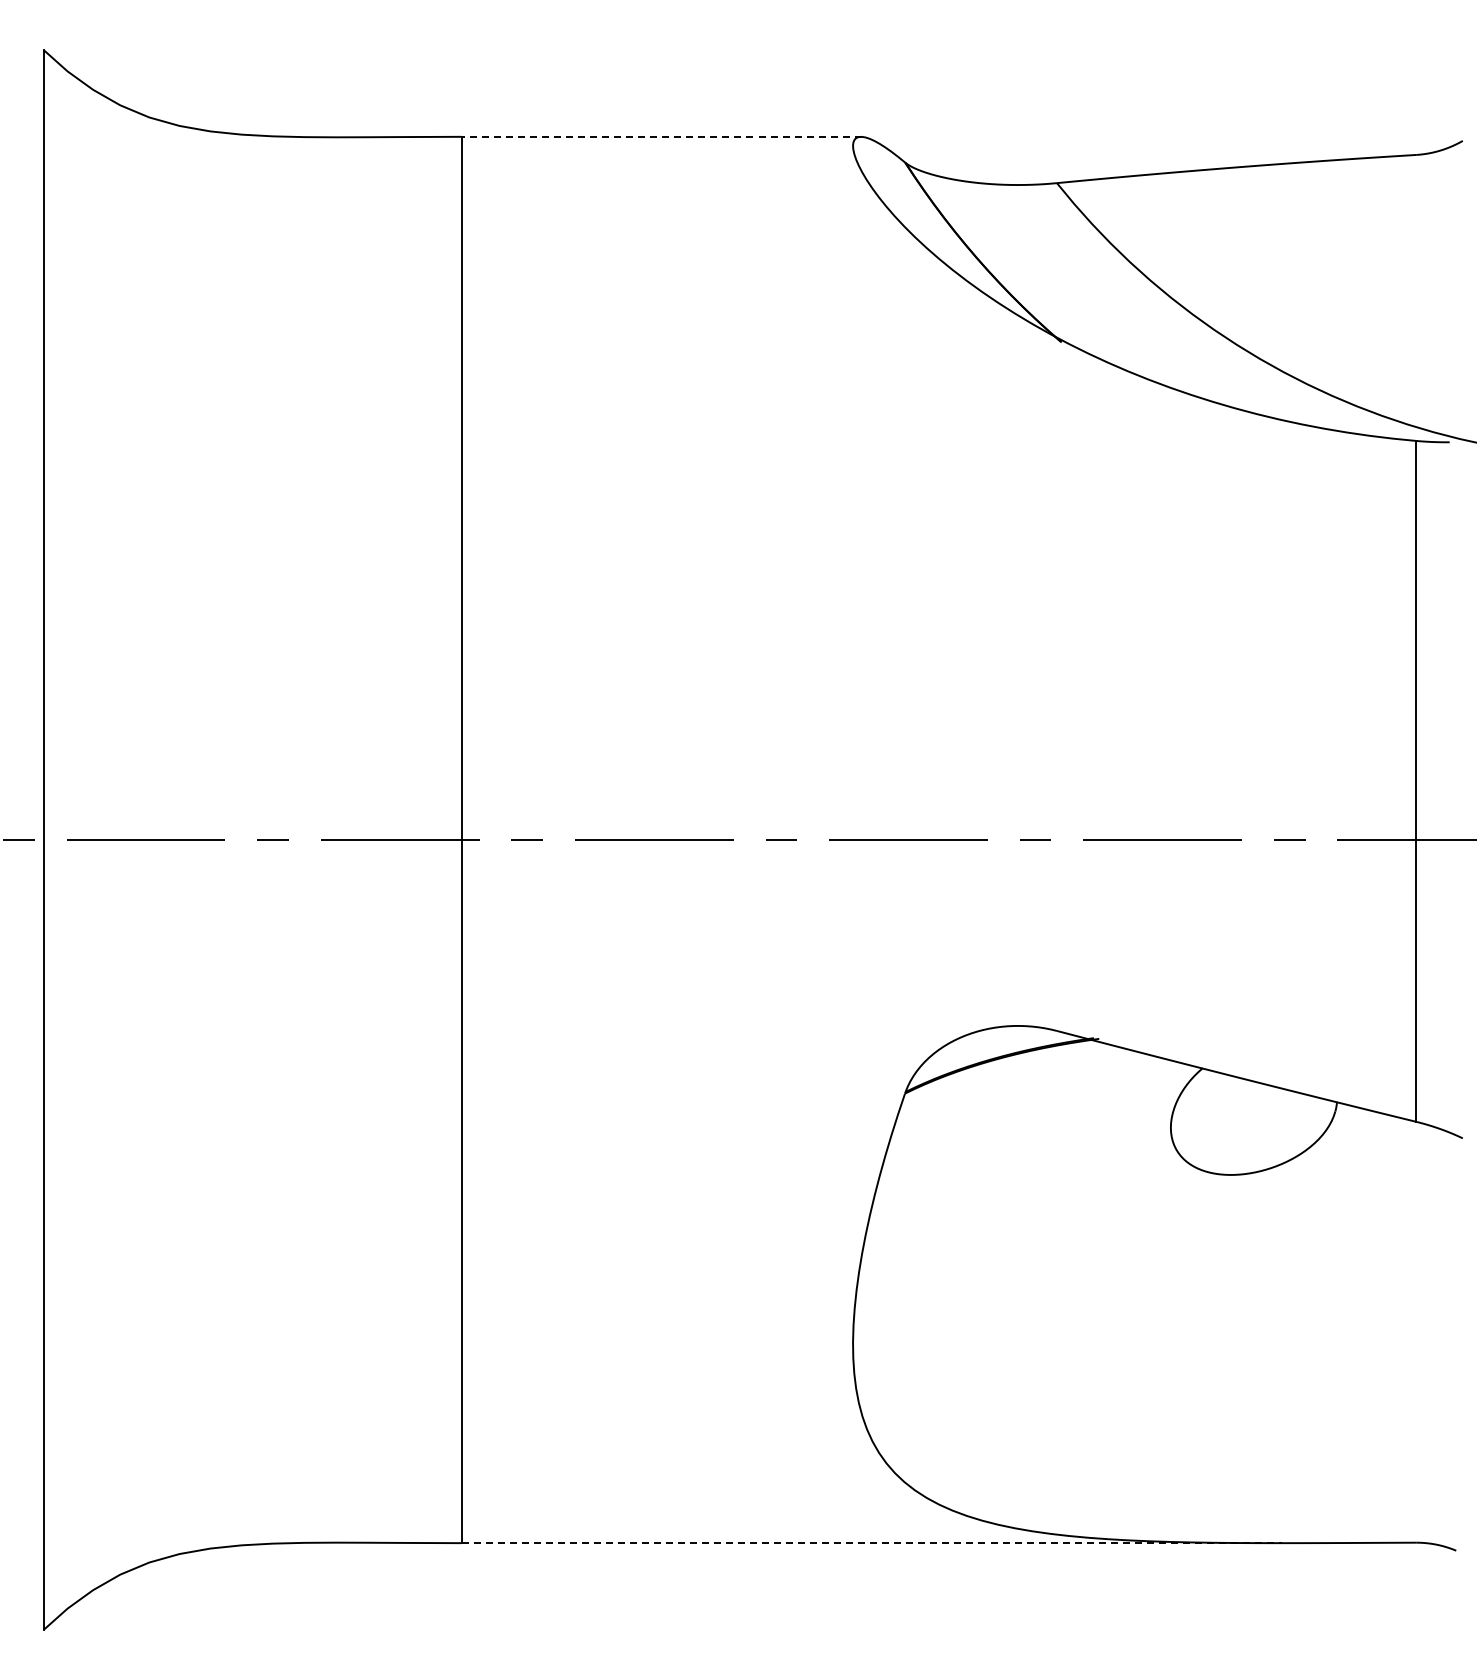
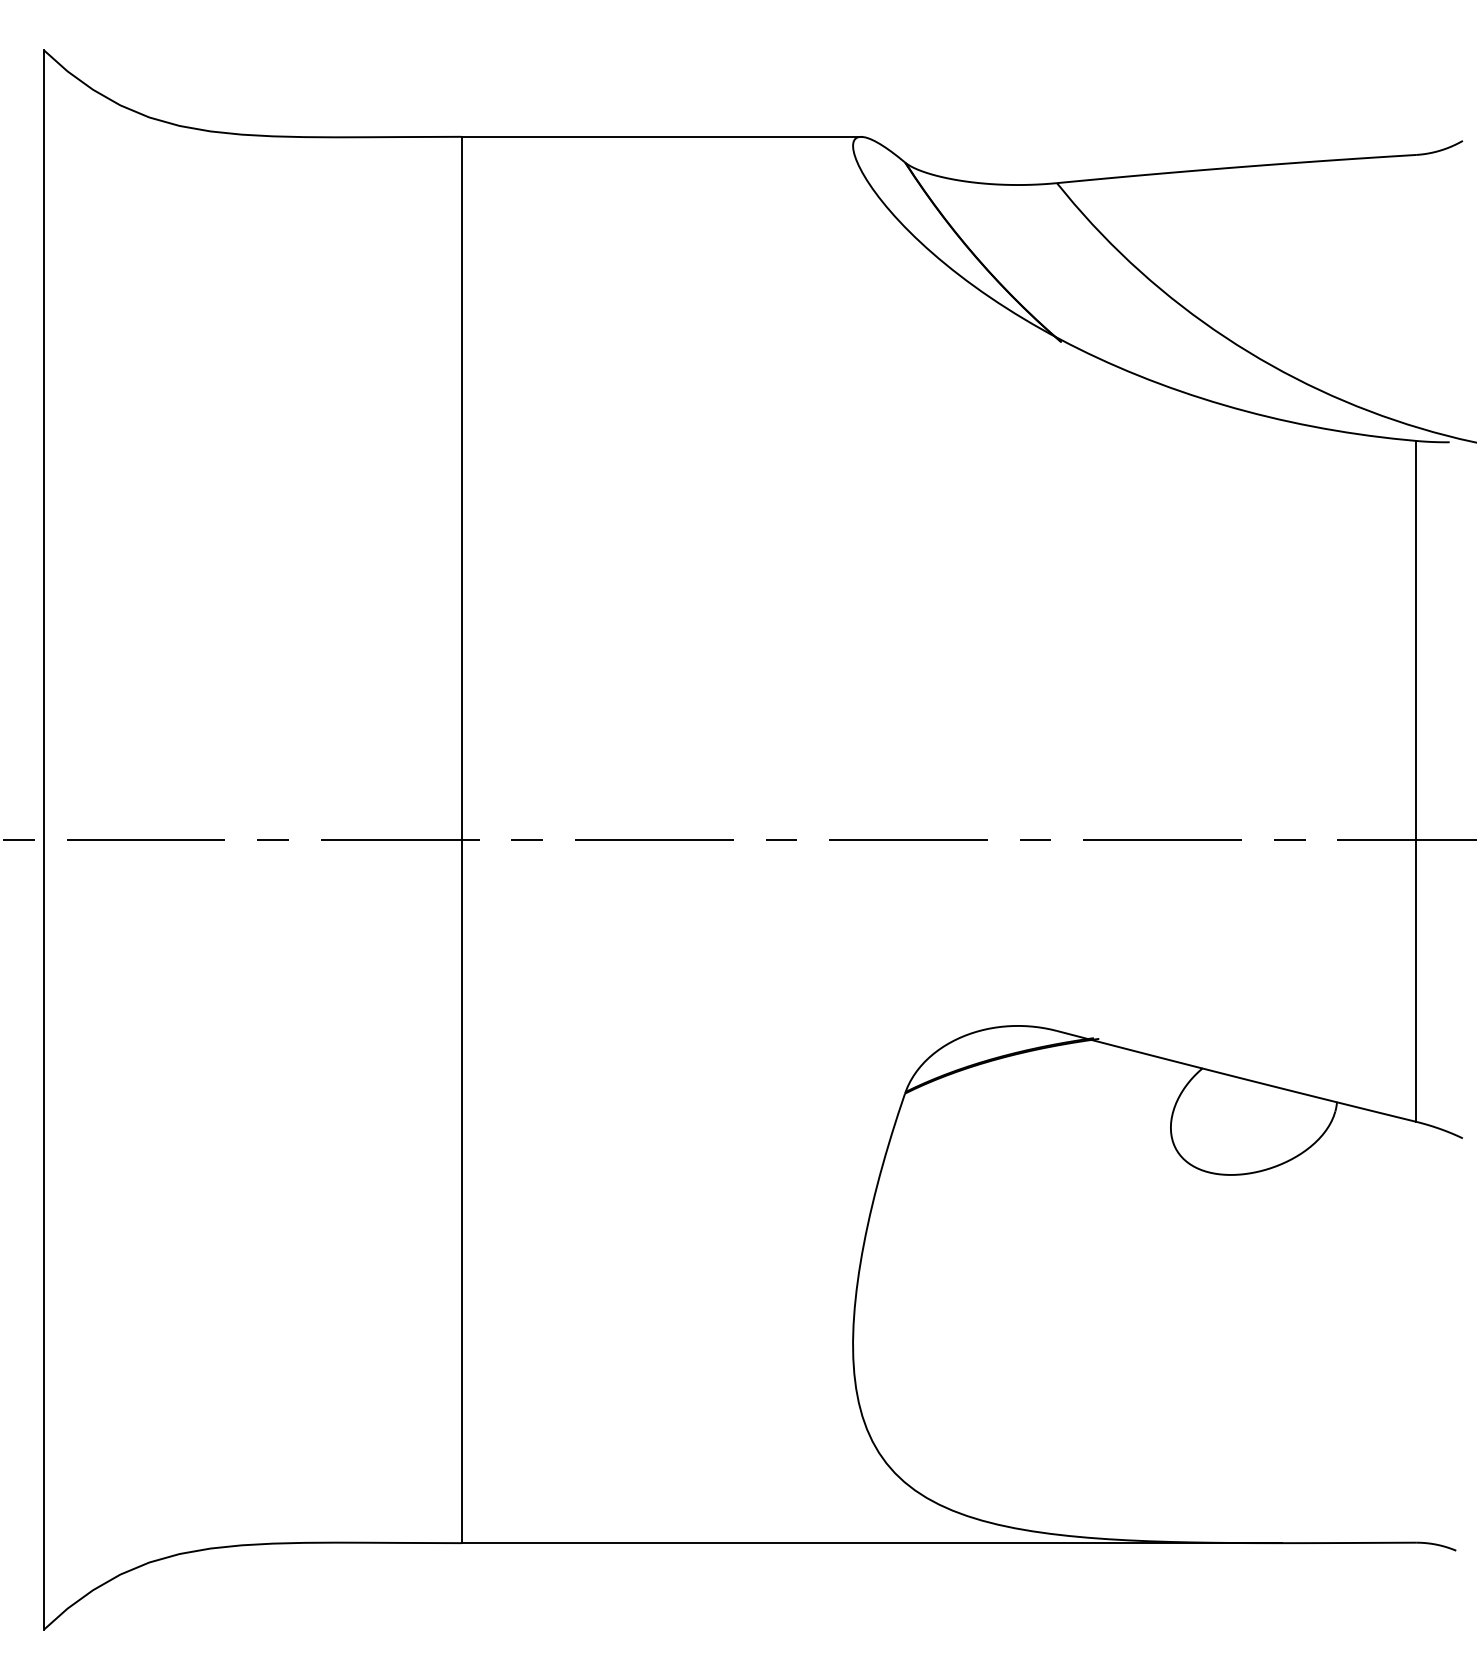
line at (661, 136): dashed -> solid
line at (872, 1543): dashed -> solid
